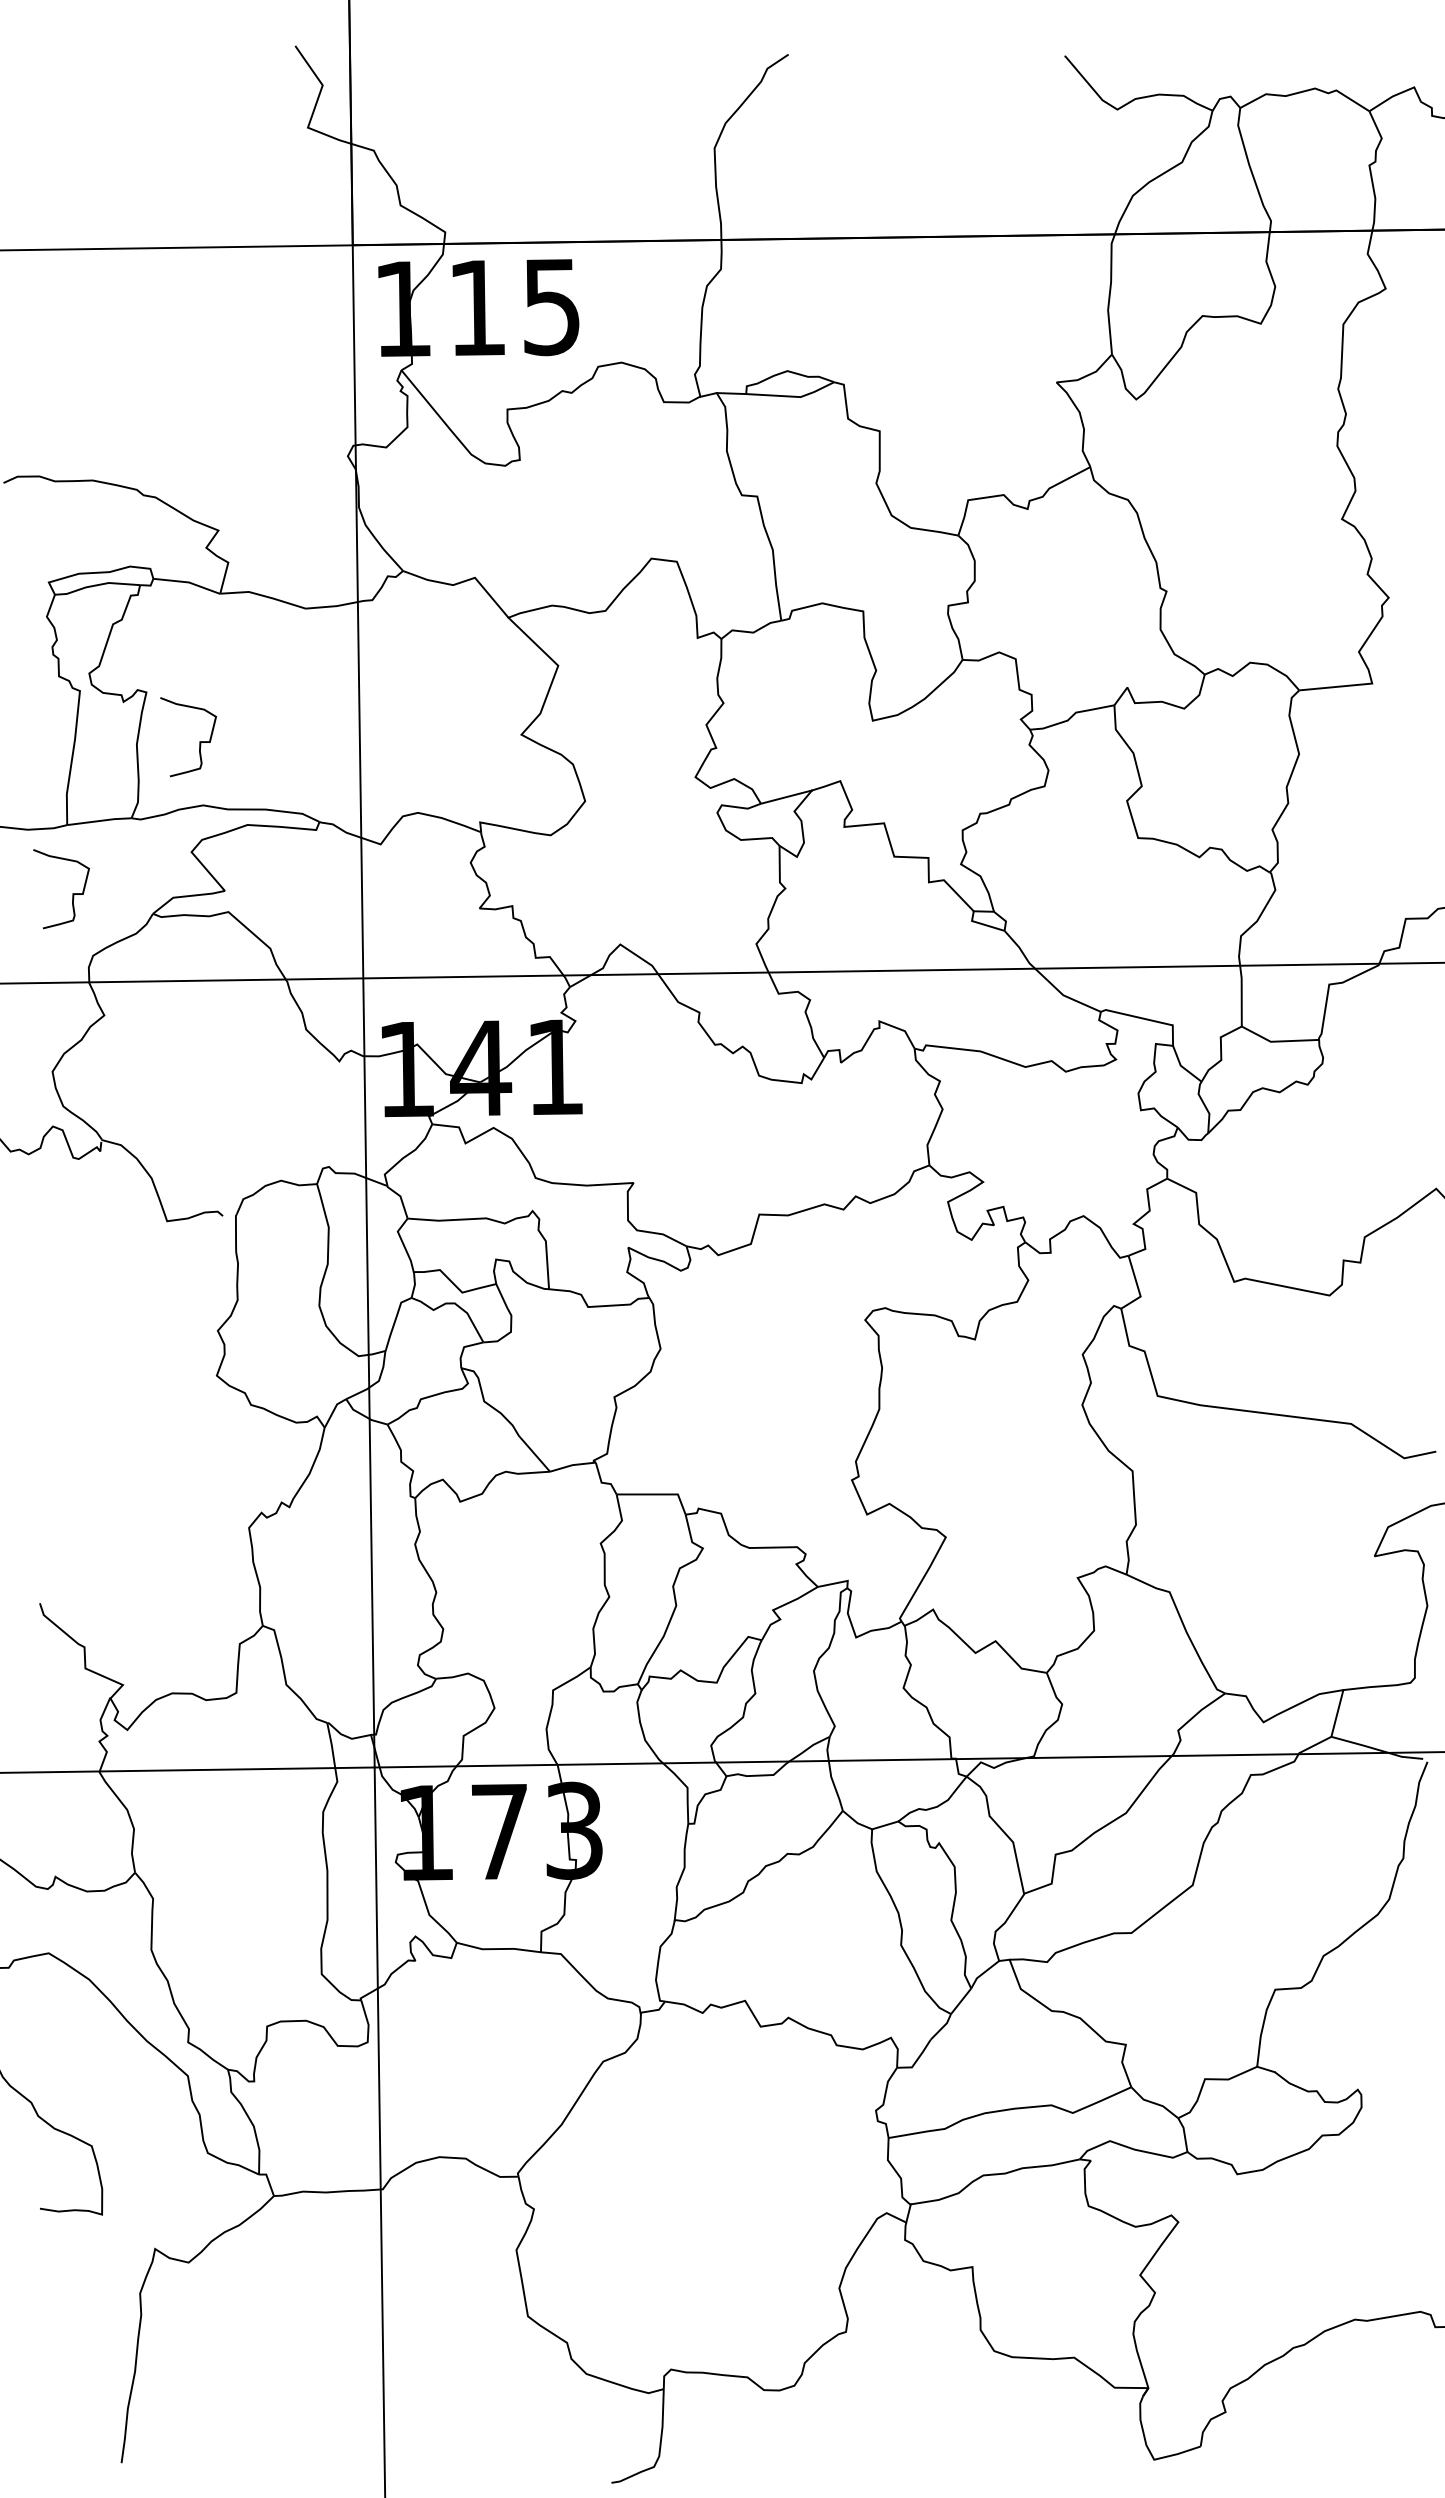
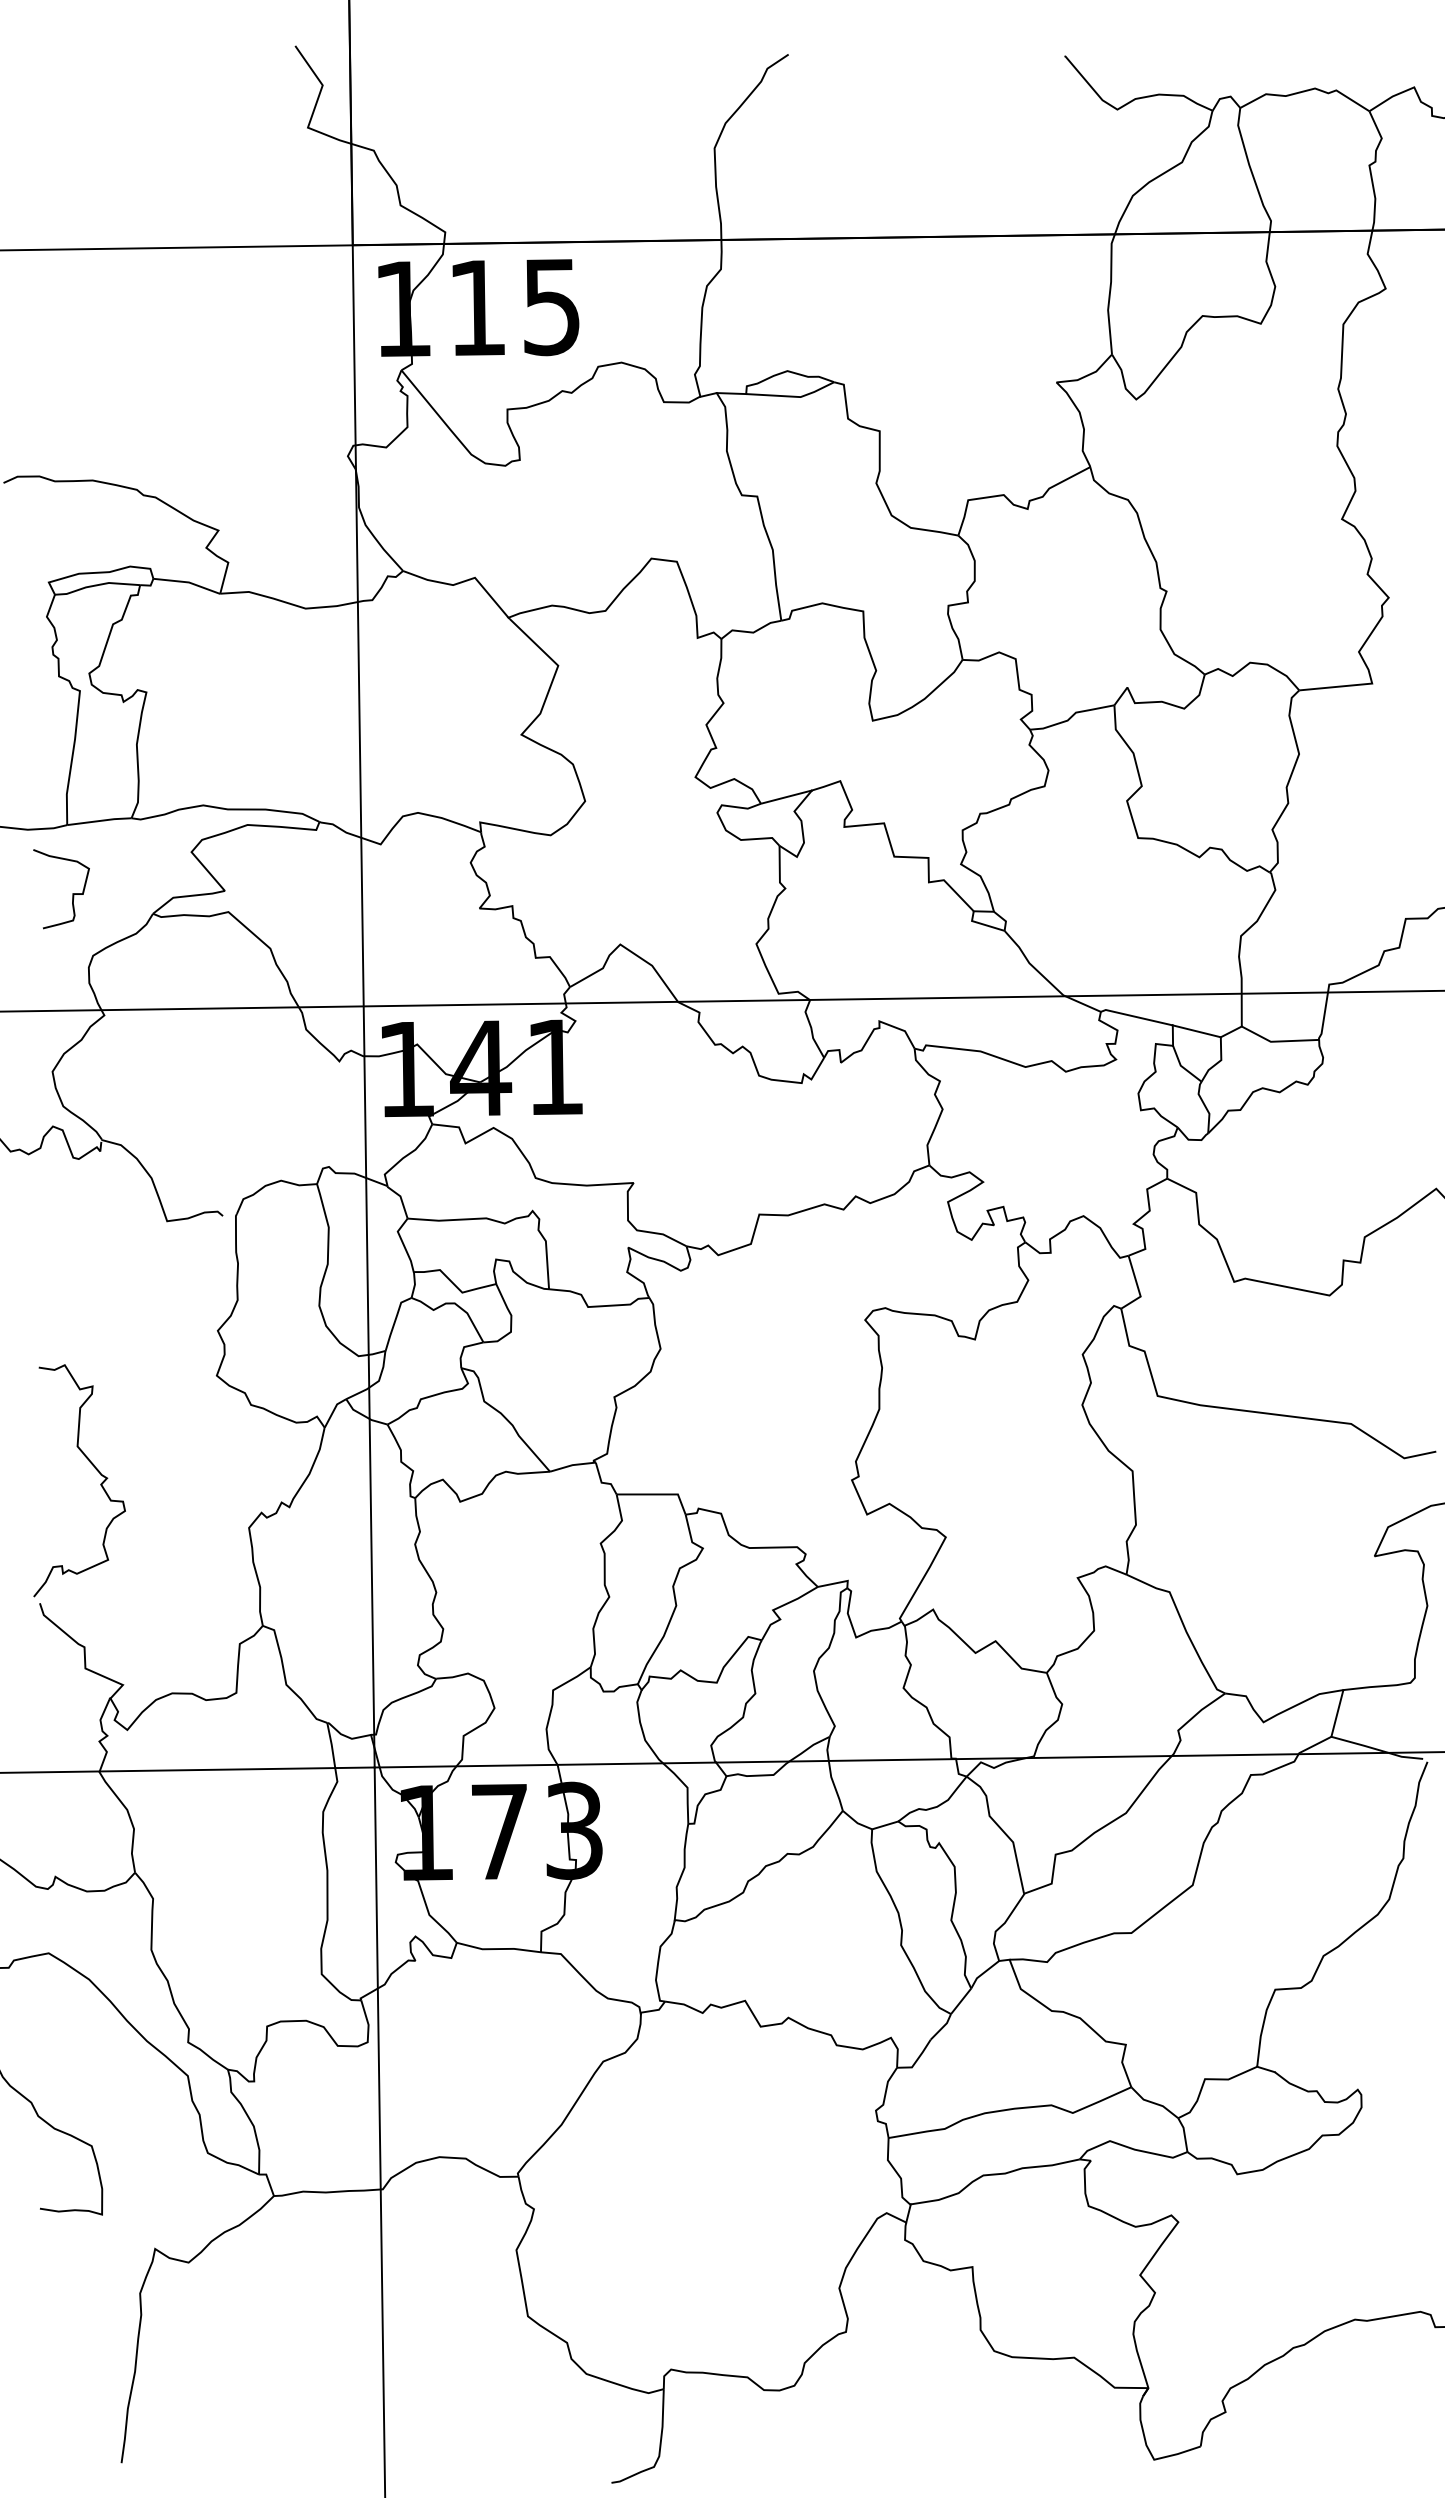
curve at (199, 741): present -> none
line at (721, 972) position: (721, 972) -> (721, 1000)
line at (1196, 1031): none -> present
curve at (95, 1469): none -> present
